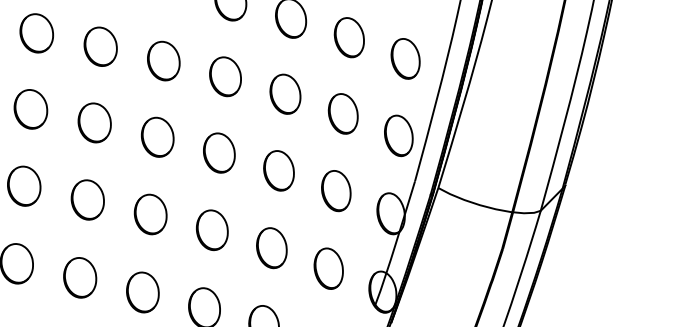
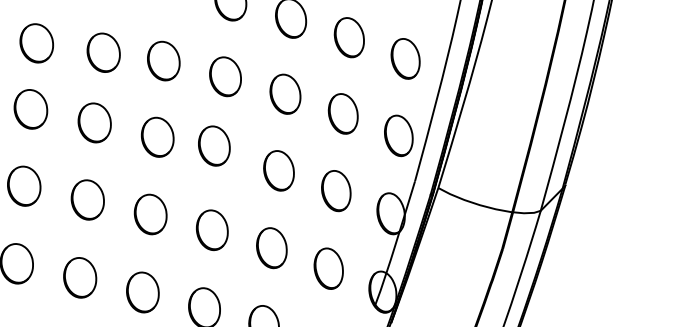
part at (36, 33) position: (36, 33) -> (36, 43)
part at (100, 46) position: (100, 46) -> (103, 52)
part at (219, 152) position: (219, 152) -> (214, 145)
